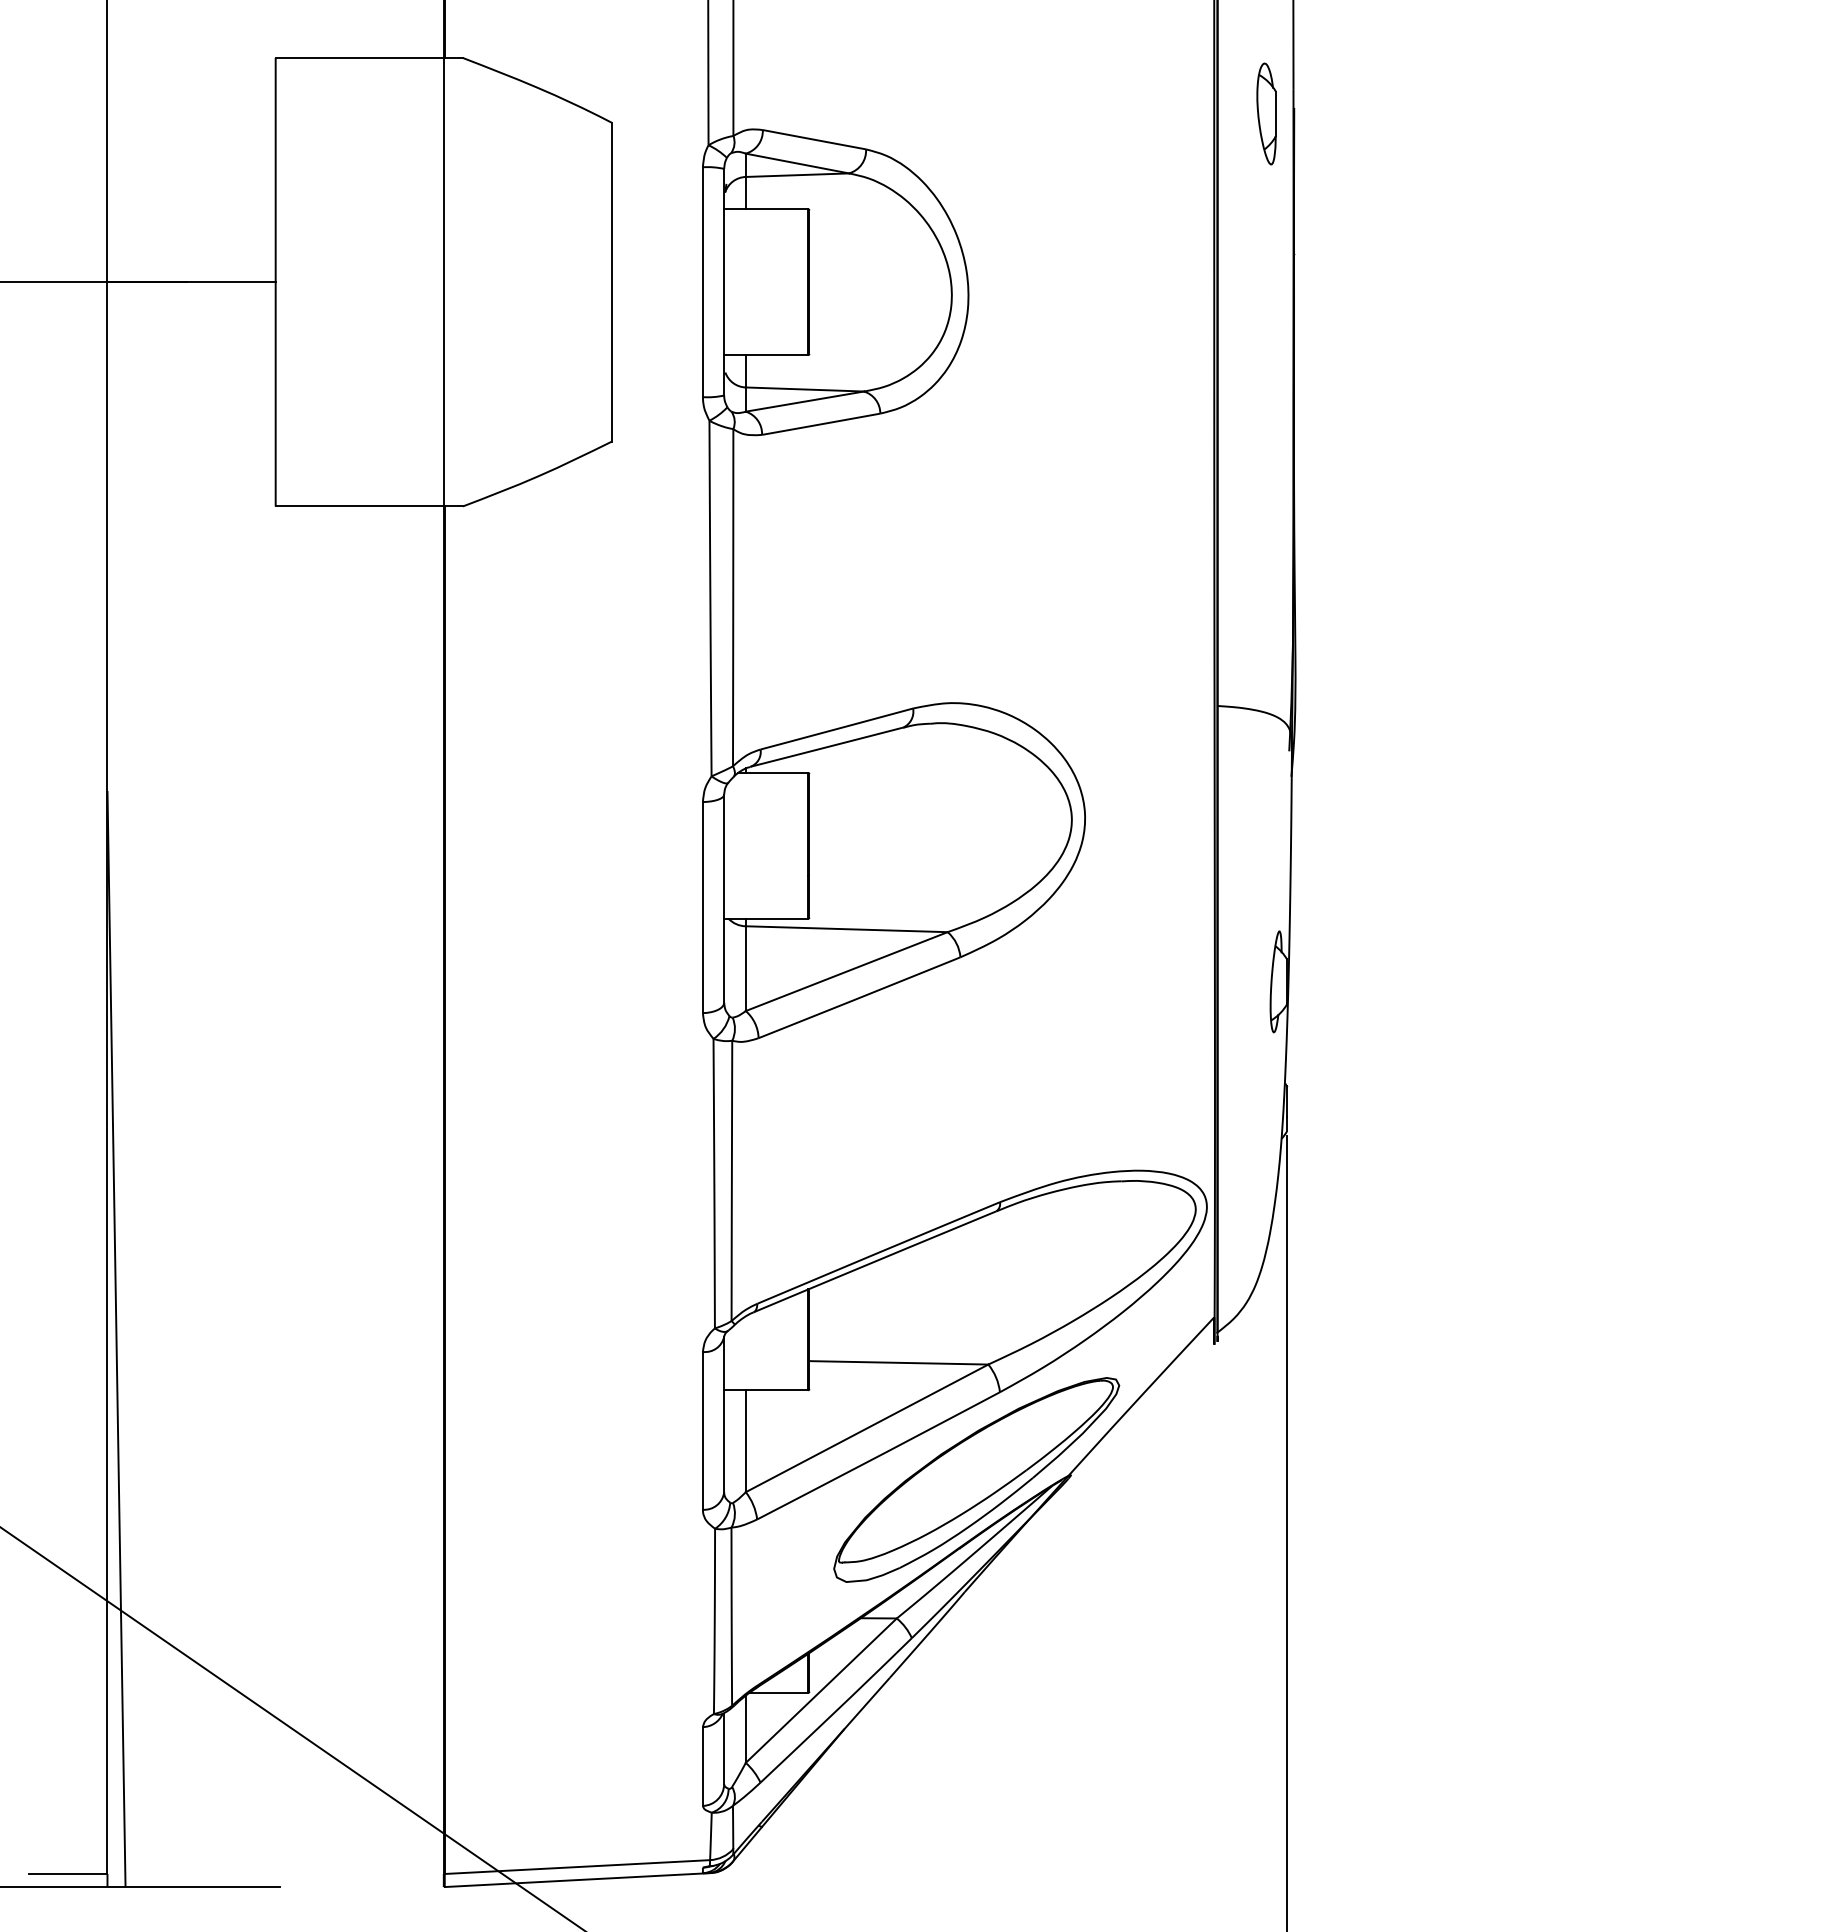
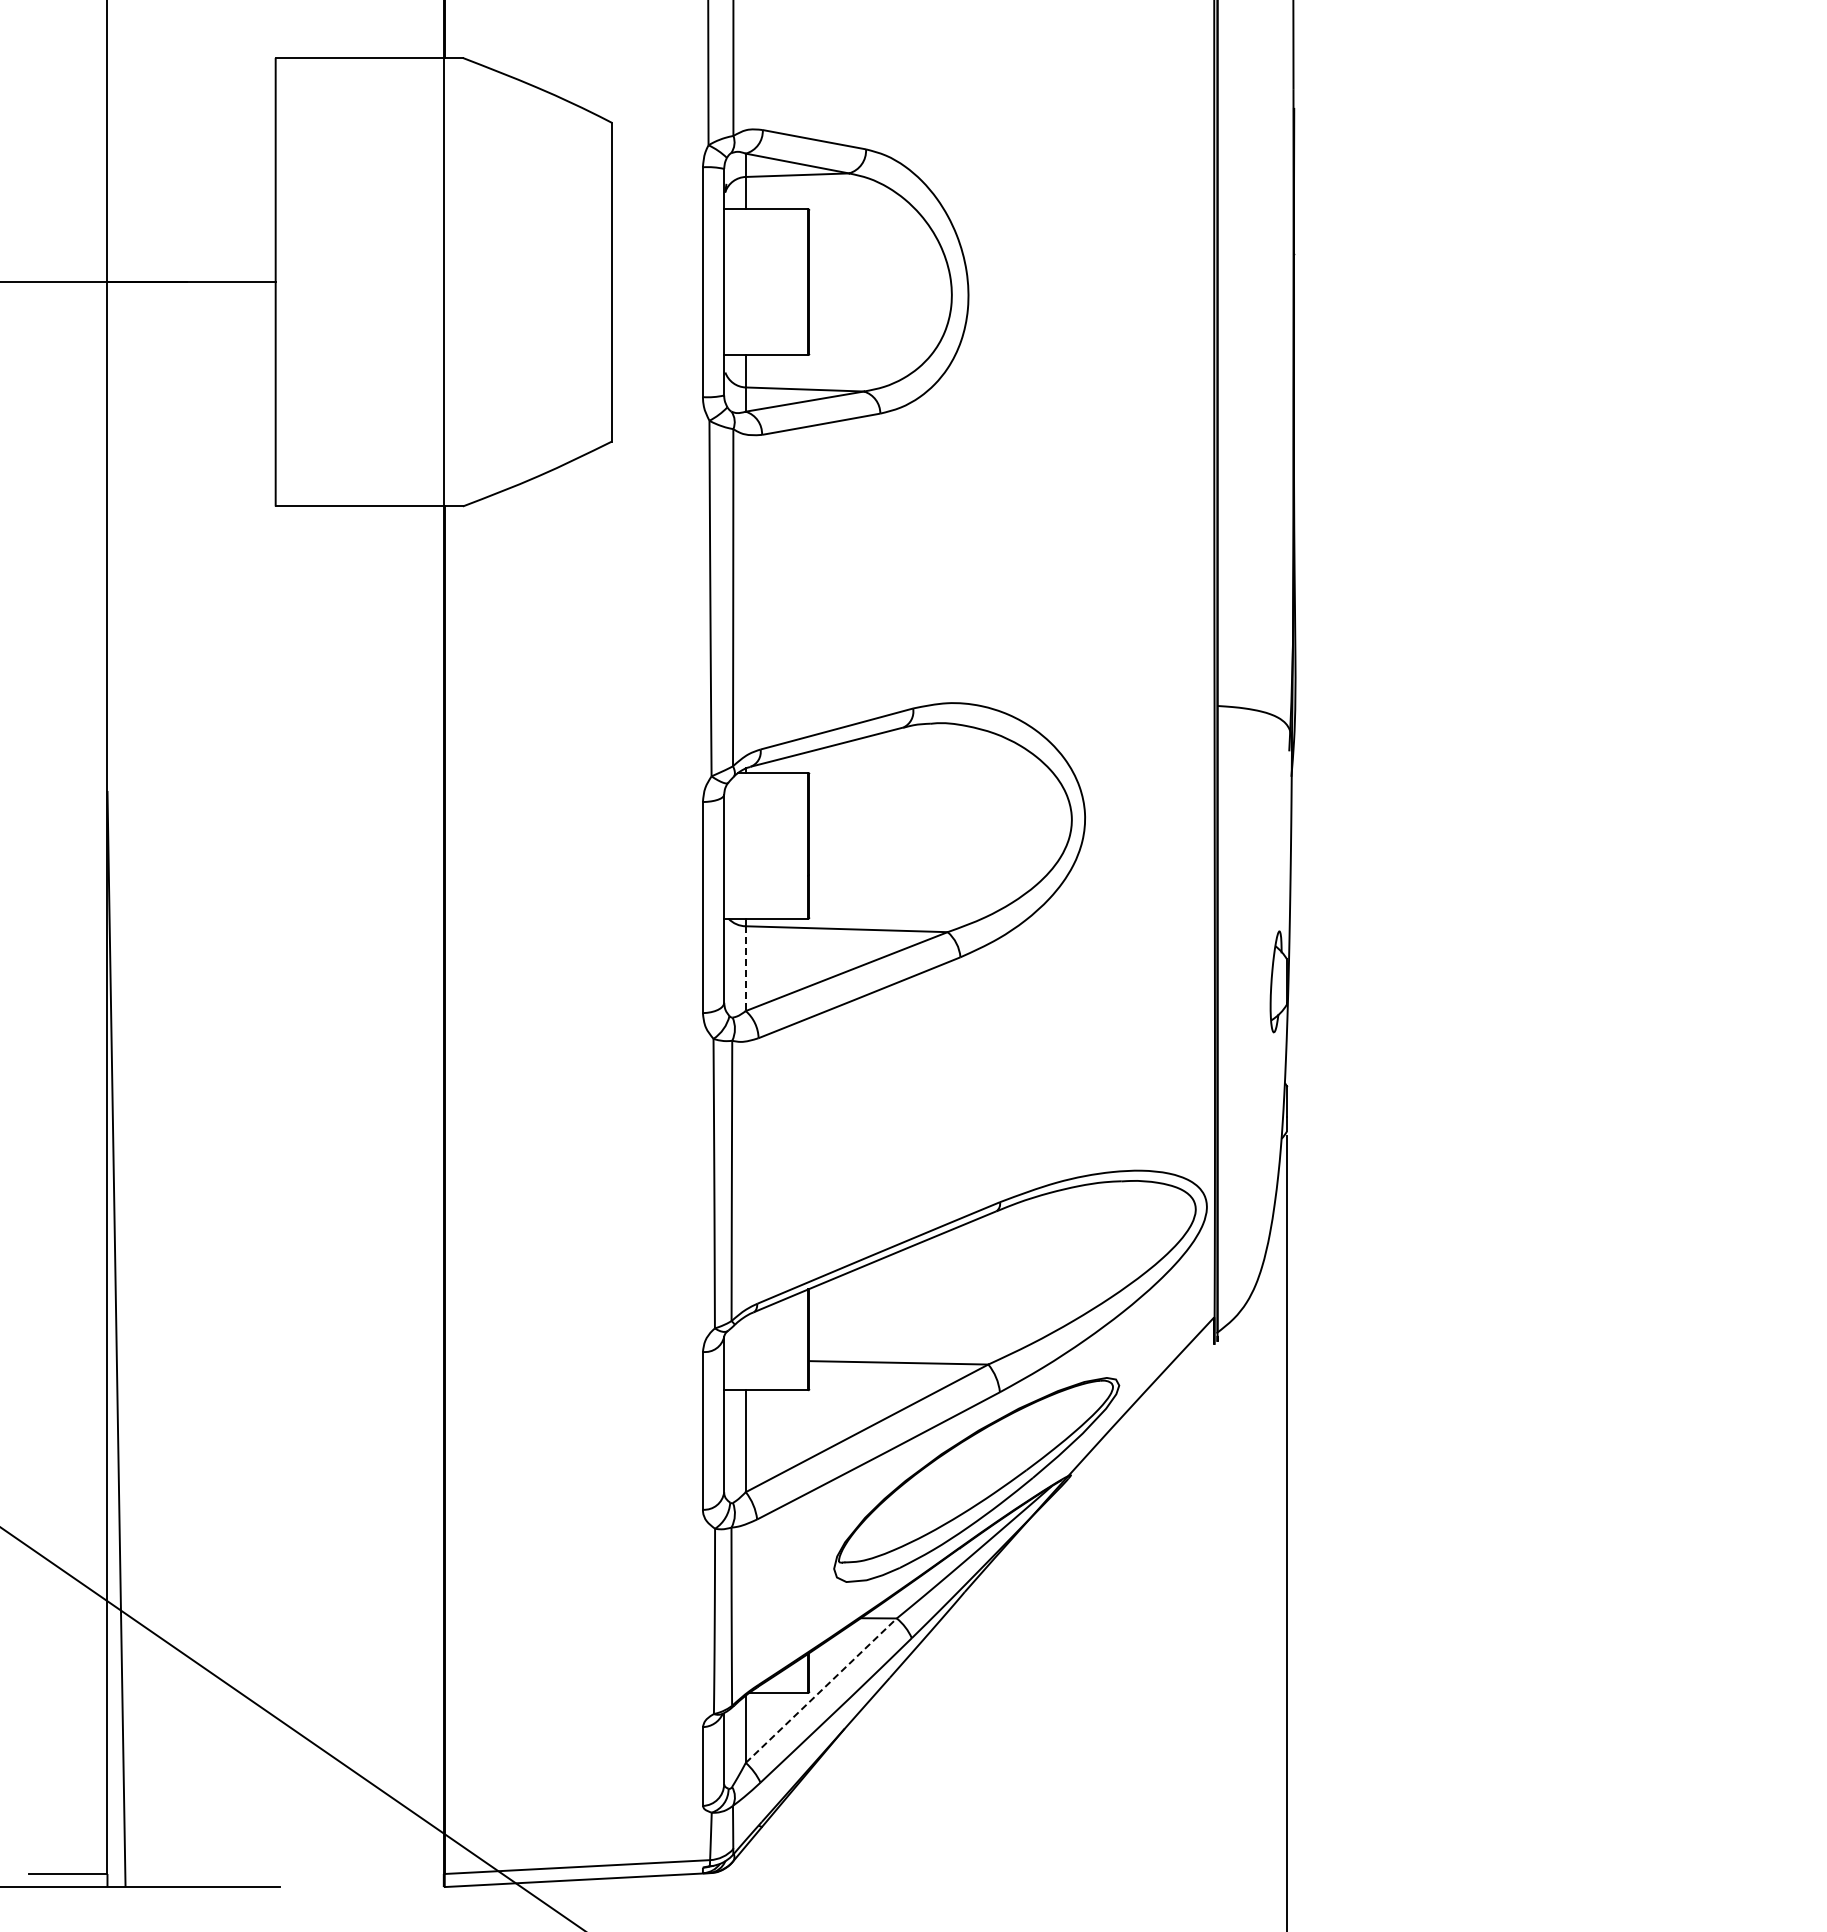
part at (1266, 113): present -> none
line at (745, 969): solid -> dashed
line at (821, 1690): solid -> dashed
